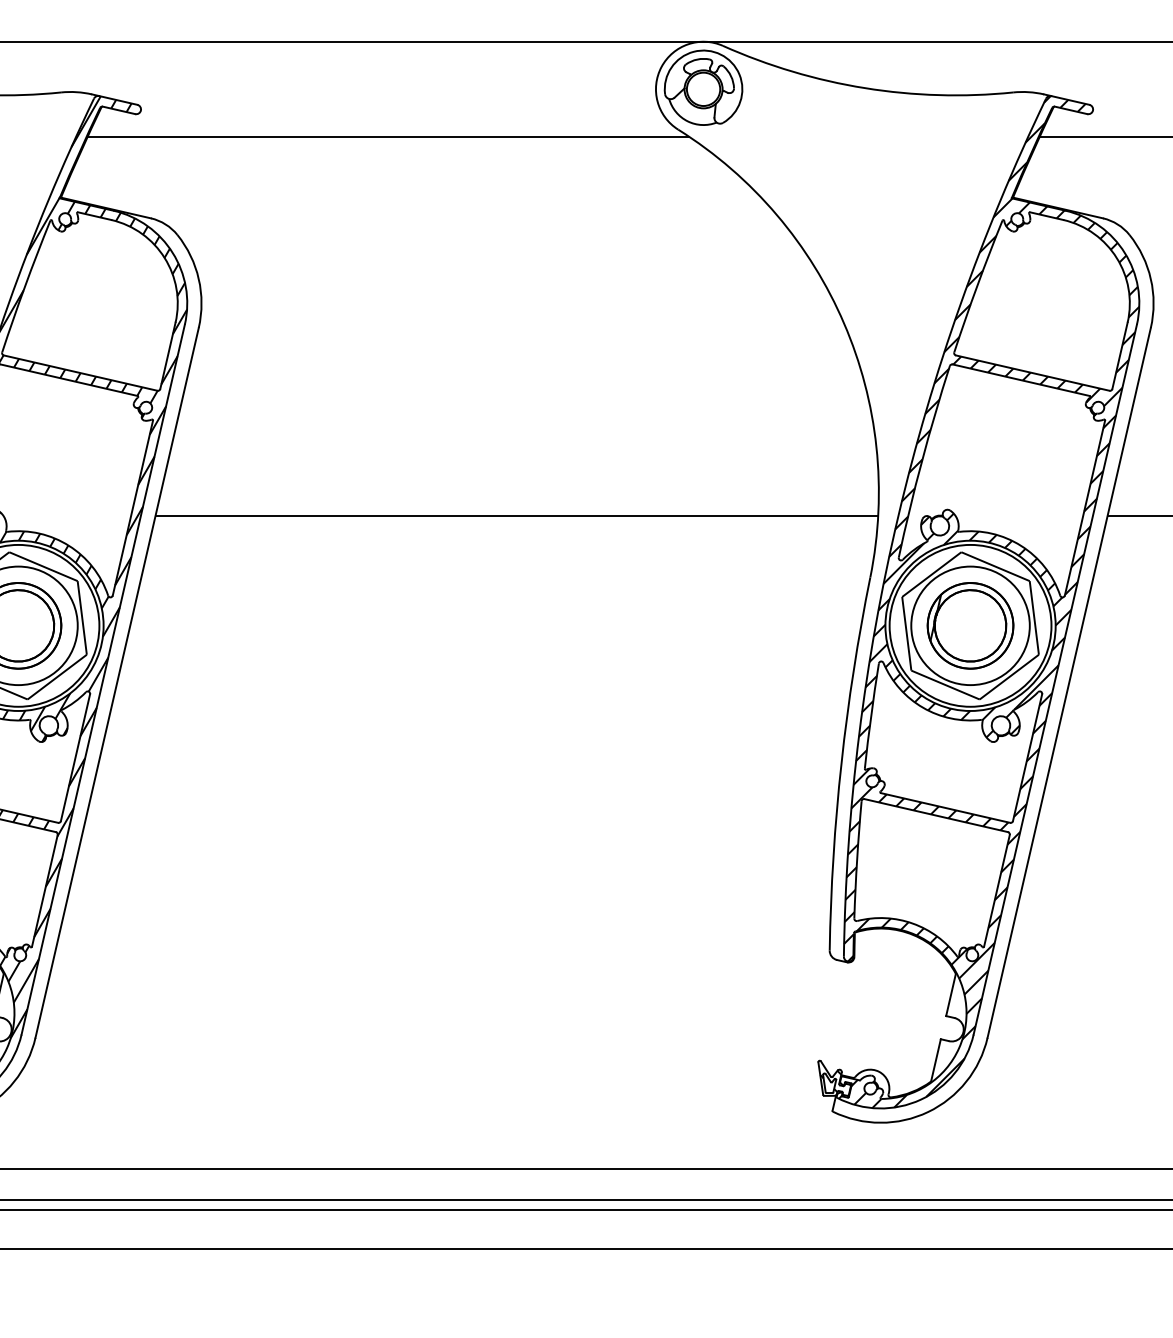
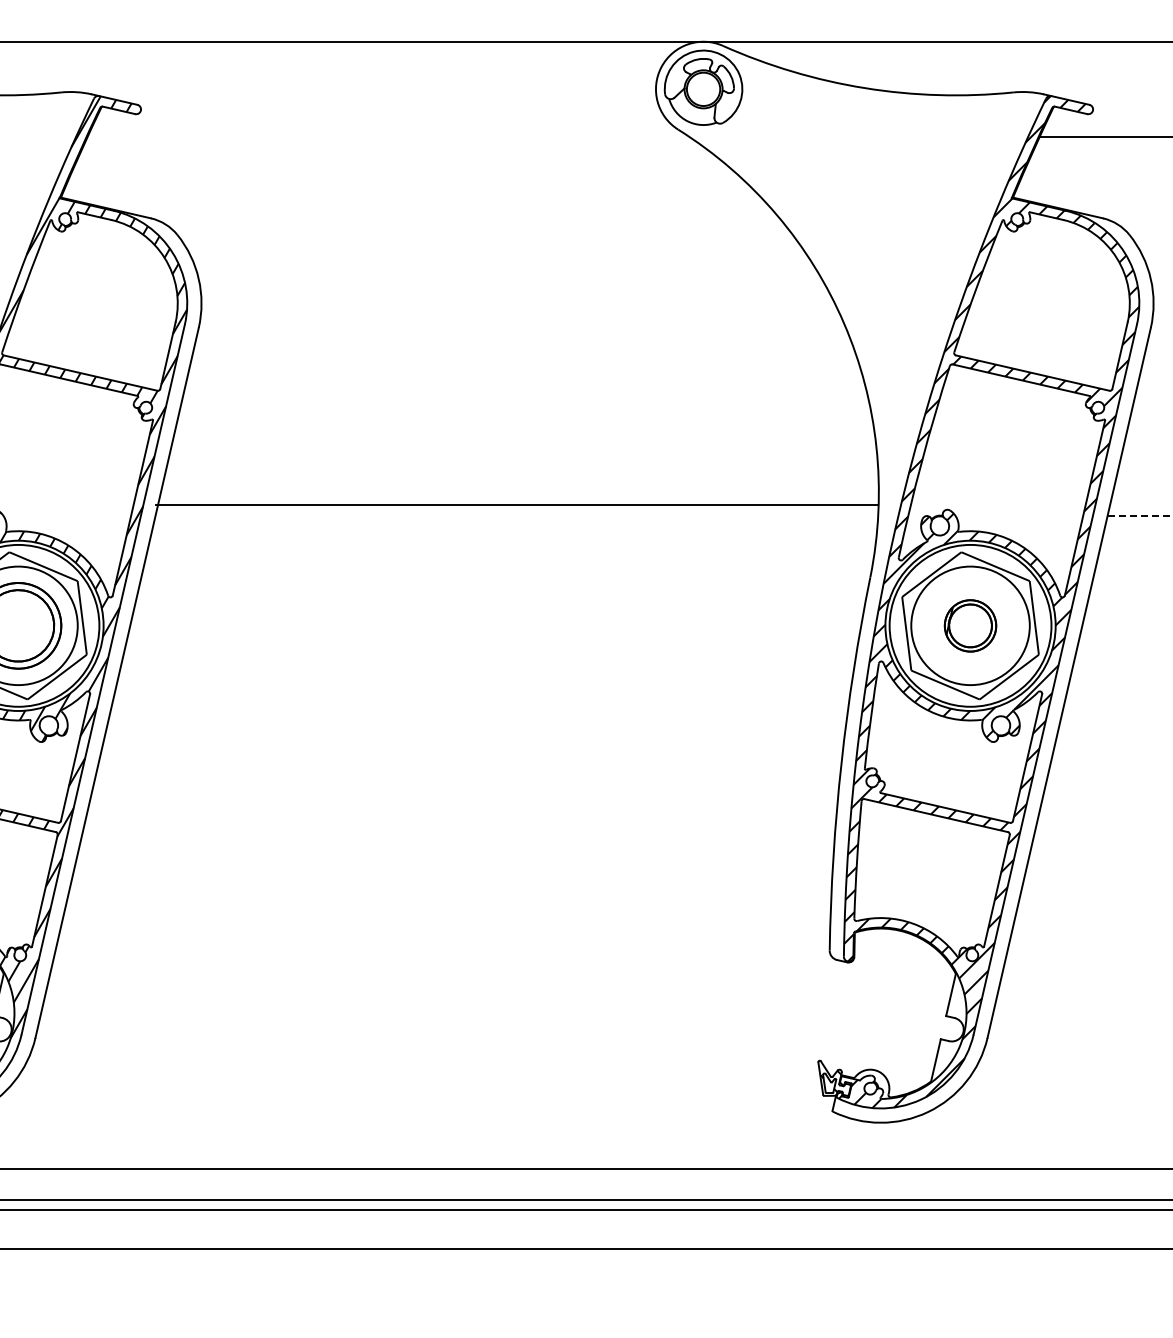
line at (388, 136): present -> none
line at (516, 516) position: (516, 516) -> (516, 505)
line at (1139, 516): solid -> dashed
part at (970, 625) size: 89x88 px -> 55x54 px
